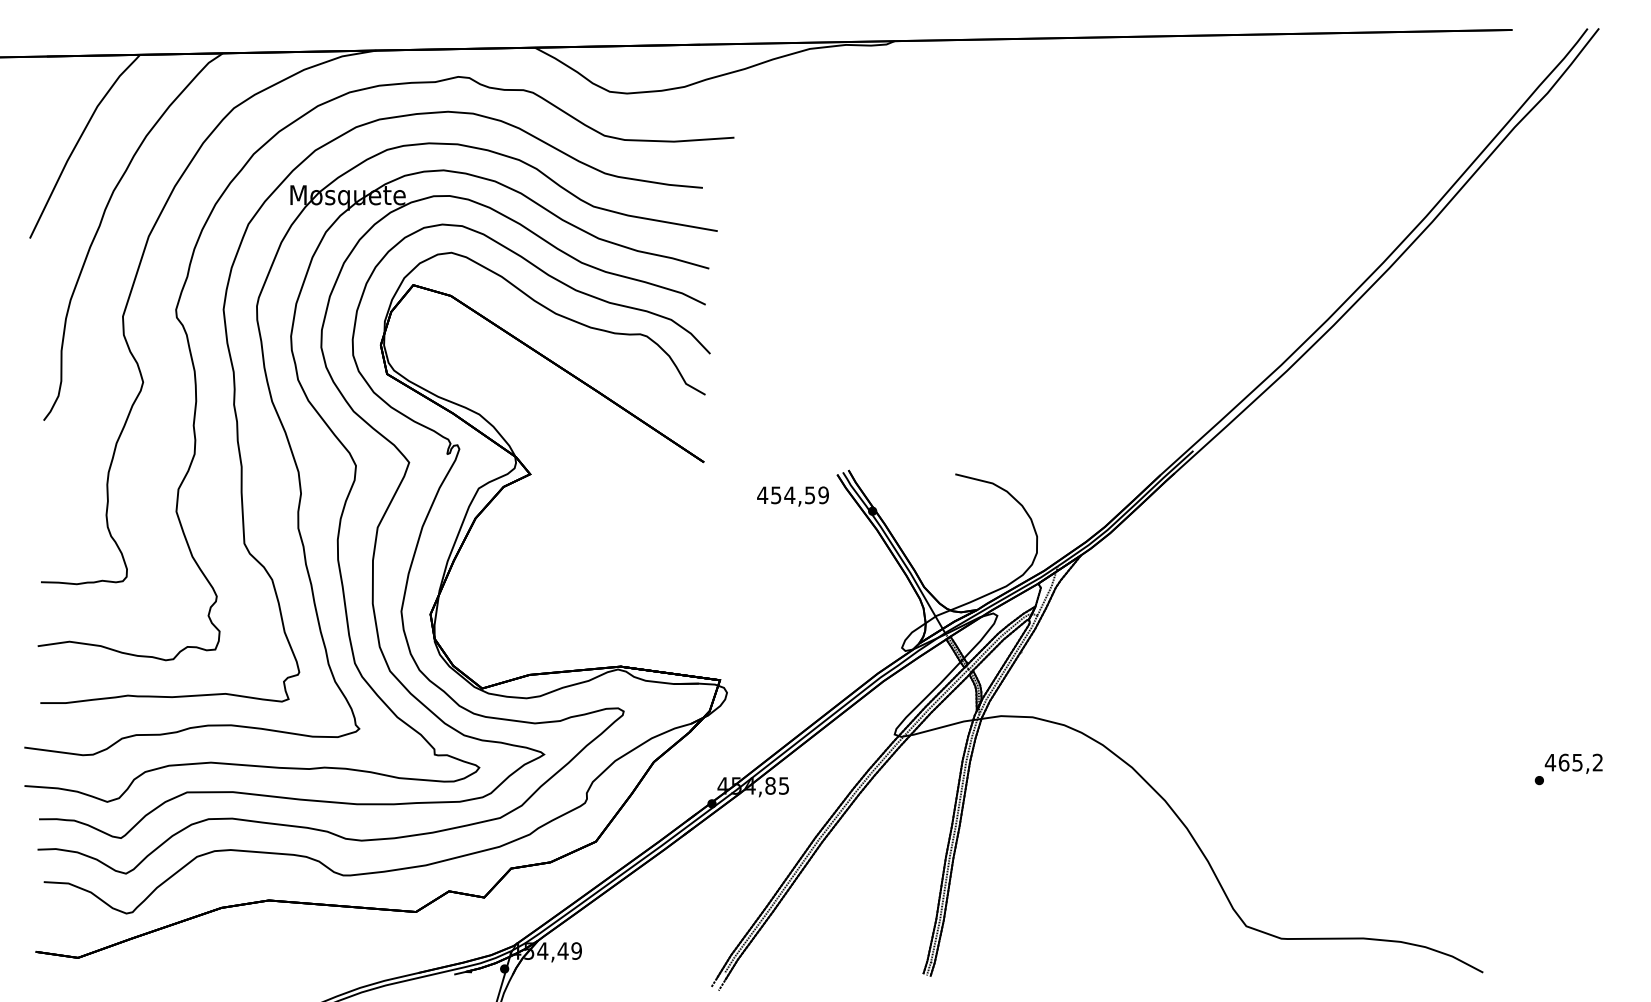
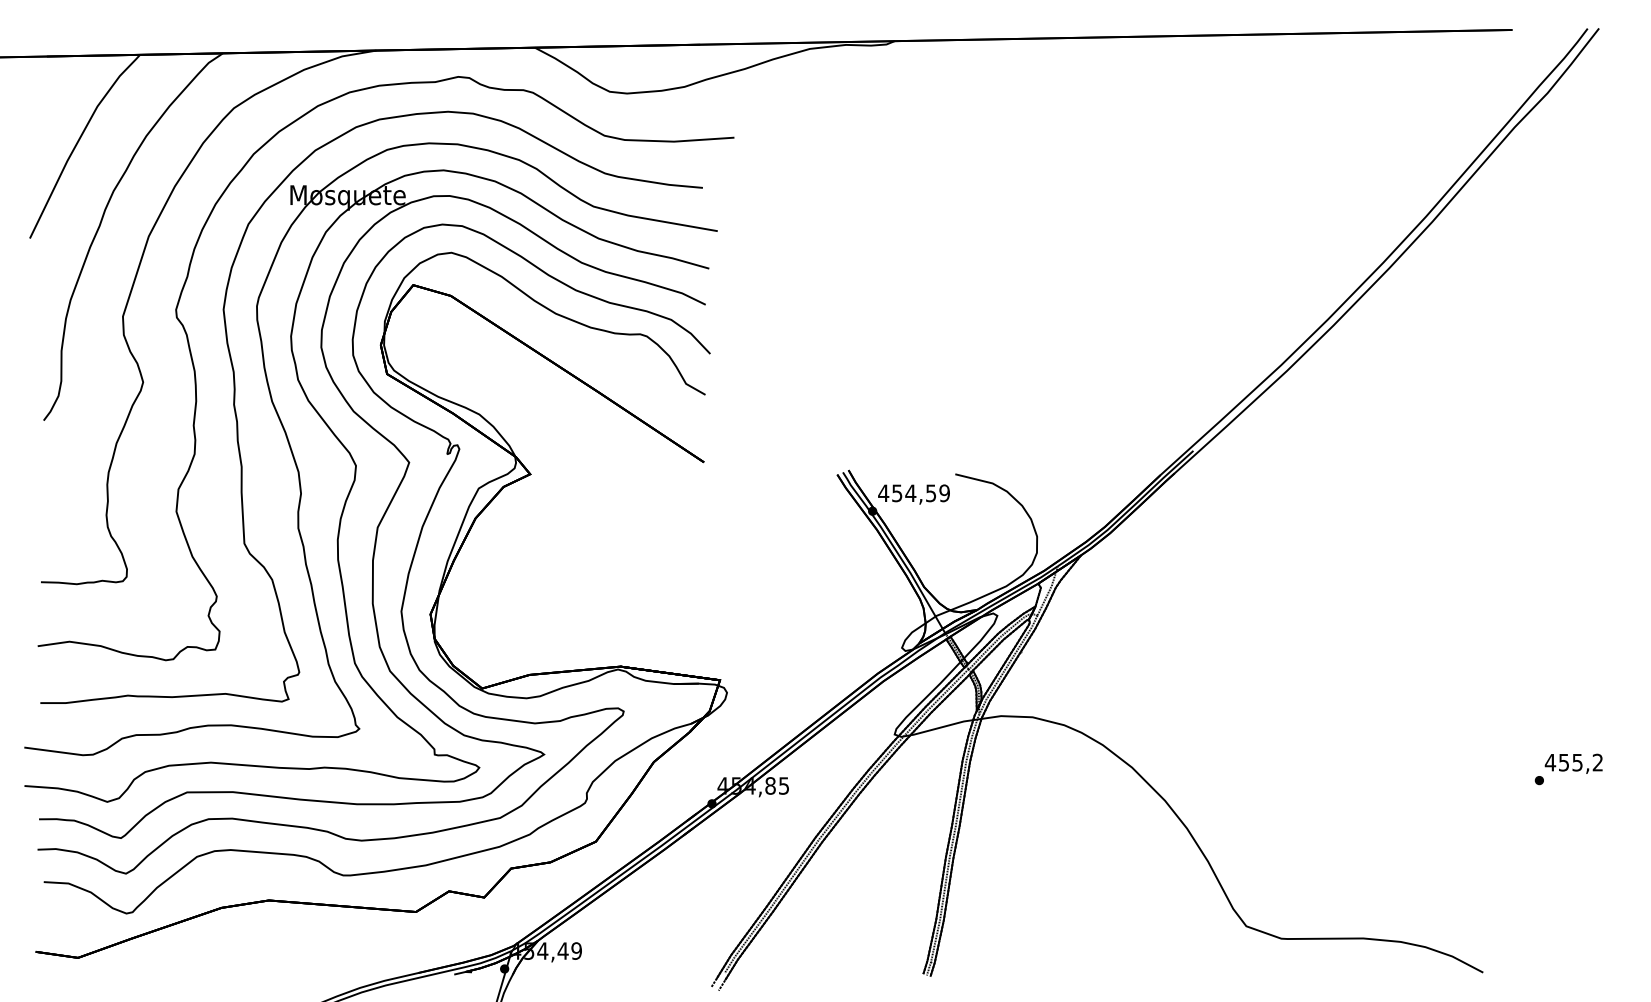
text at (792, 496) position: (792, 496) -> (913, 494)
text at (1563, 762): 465,2 -> 455,2
